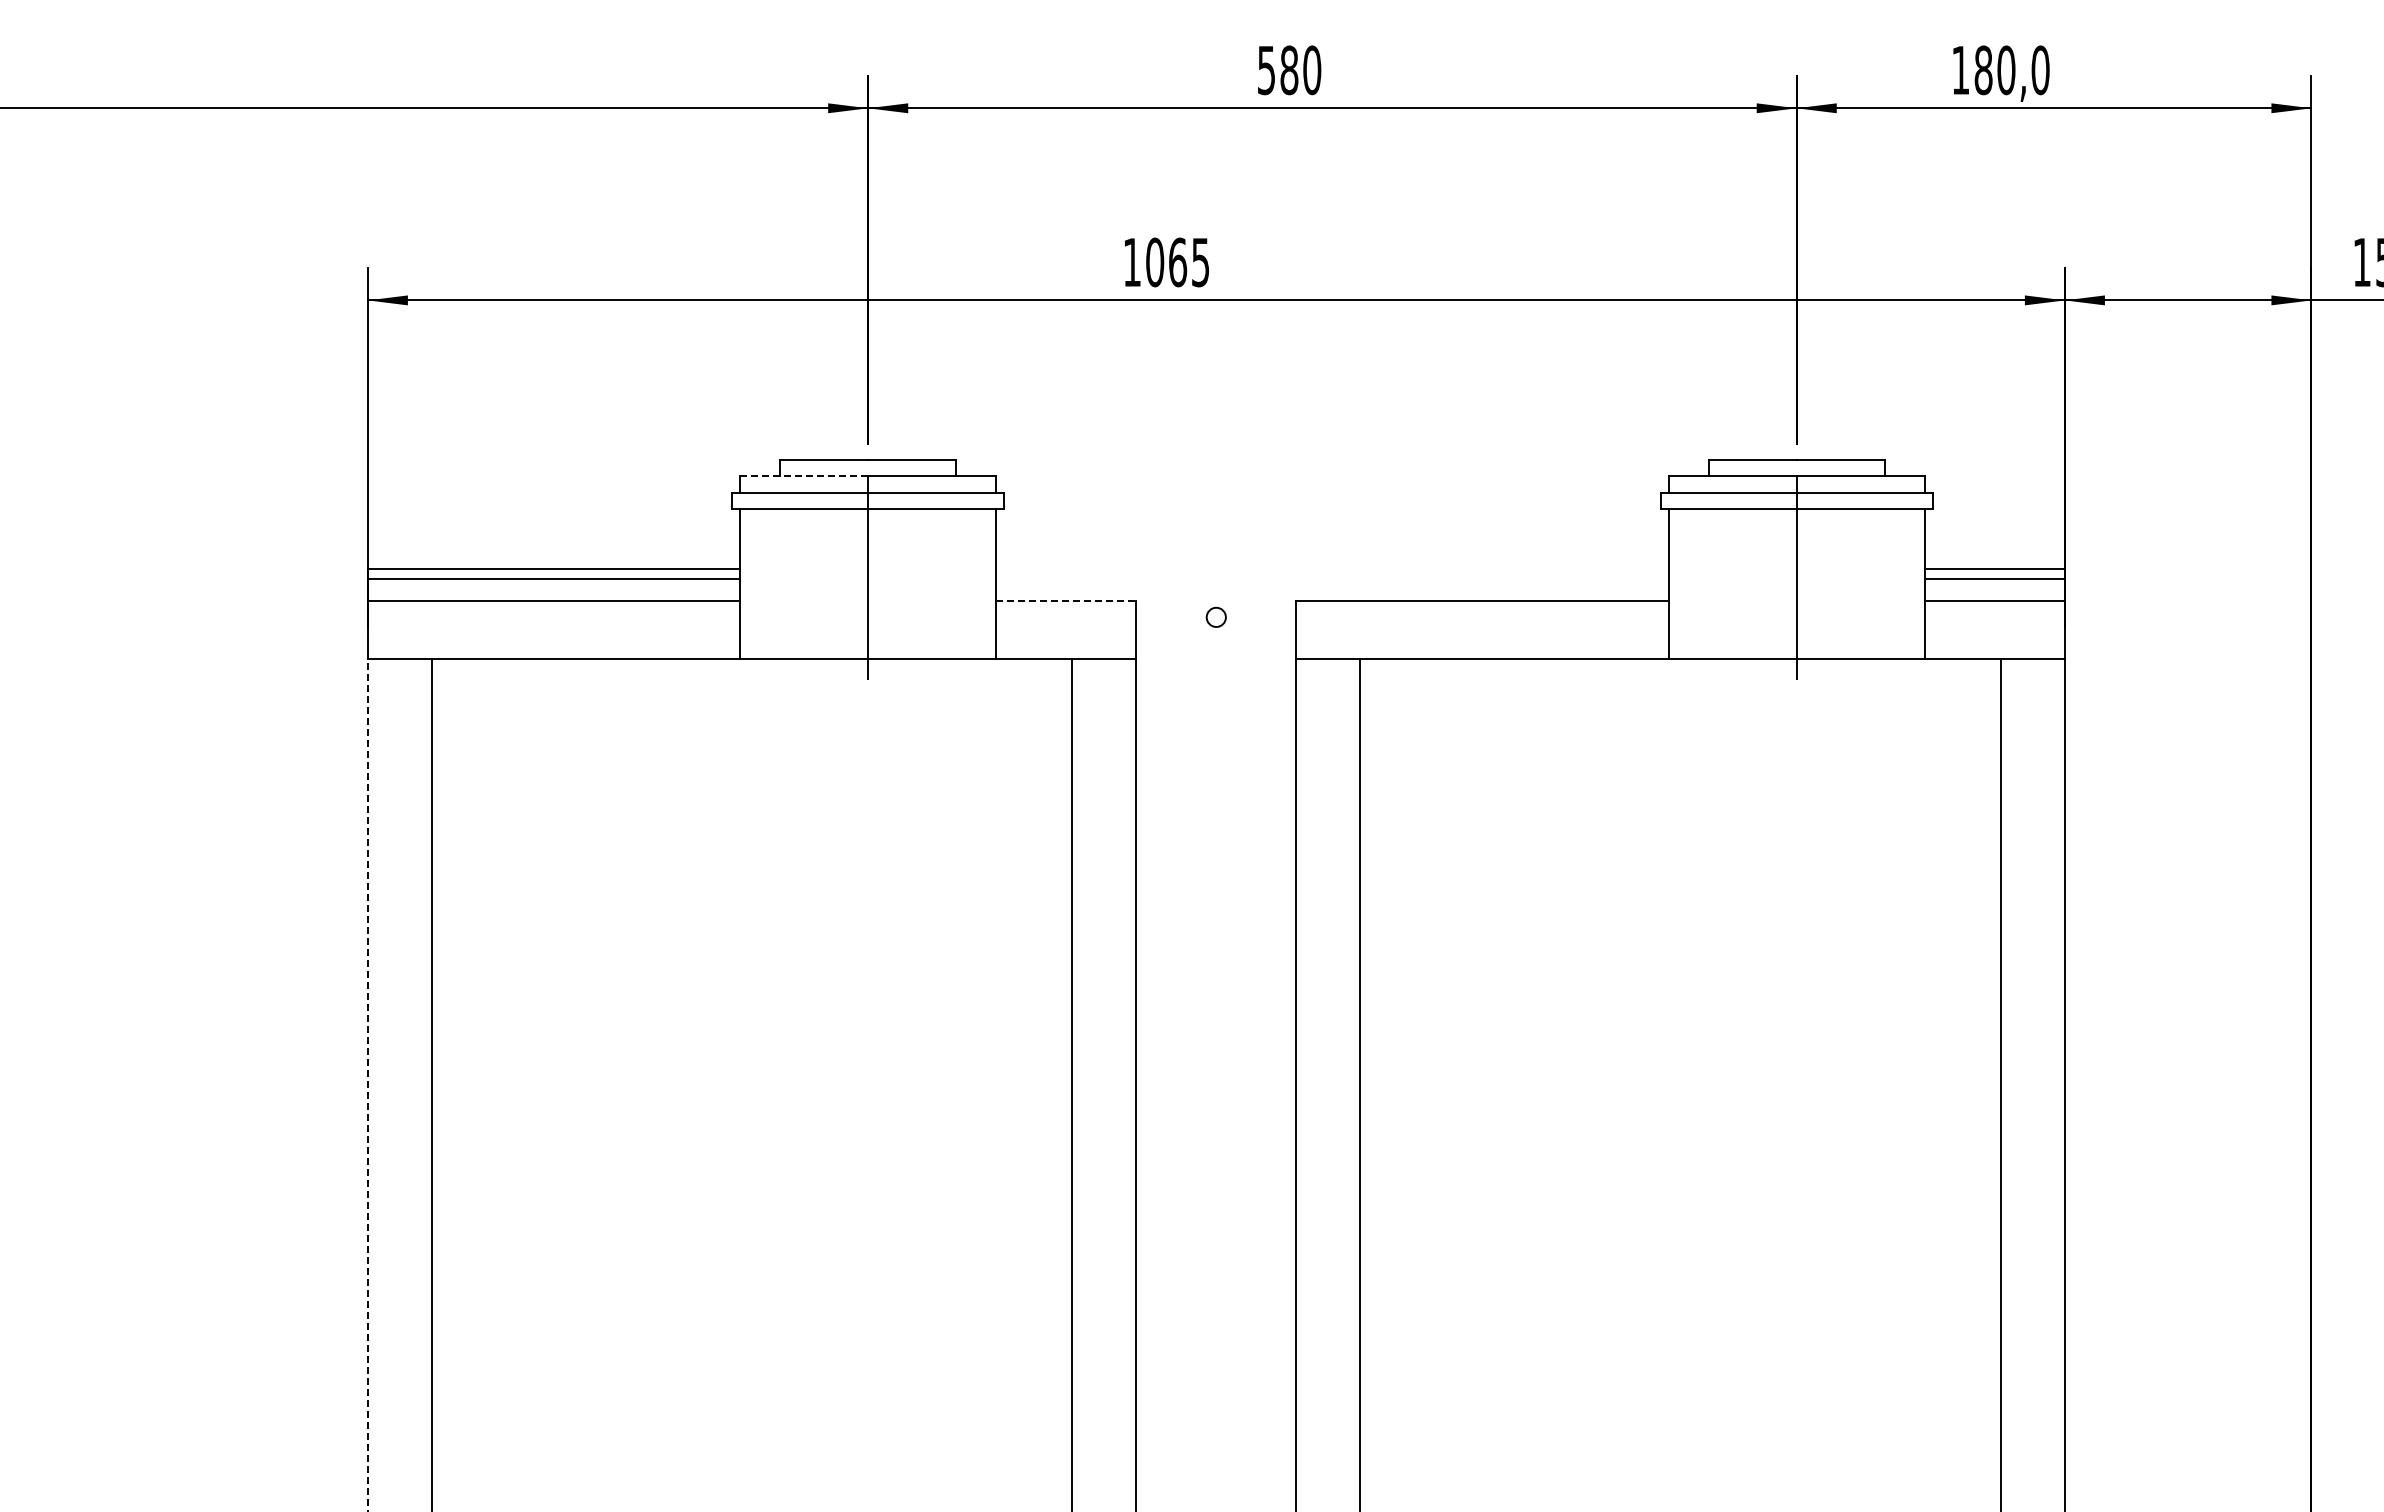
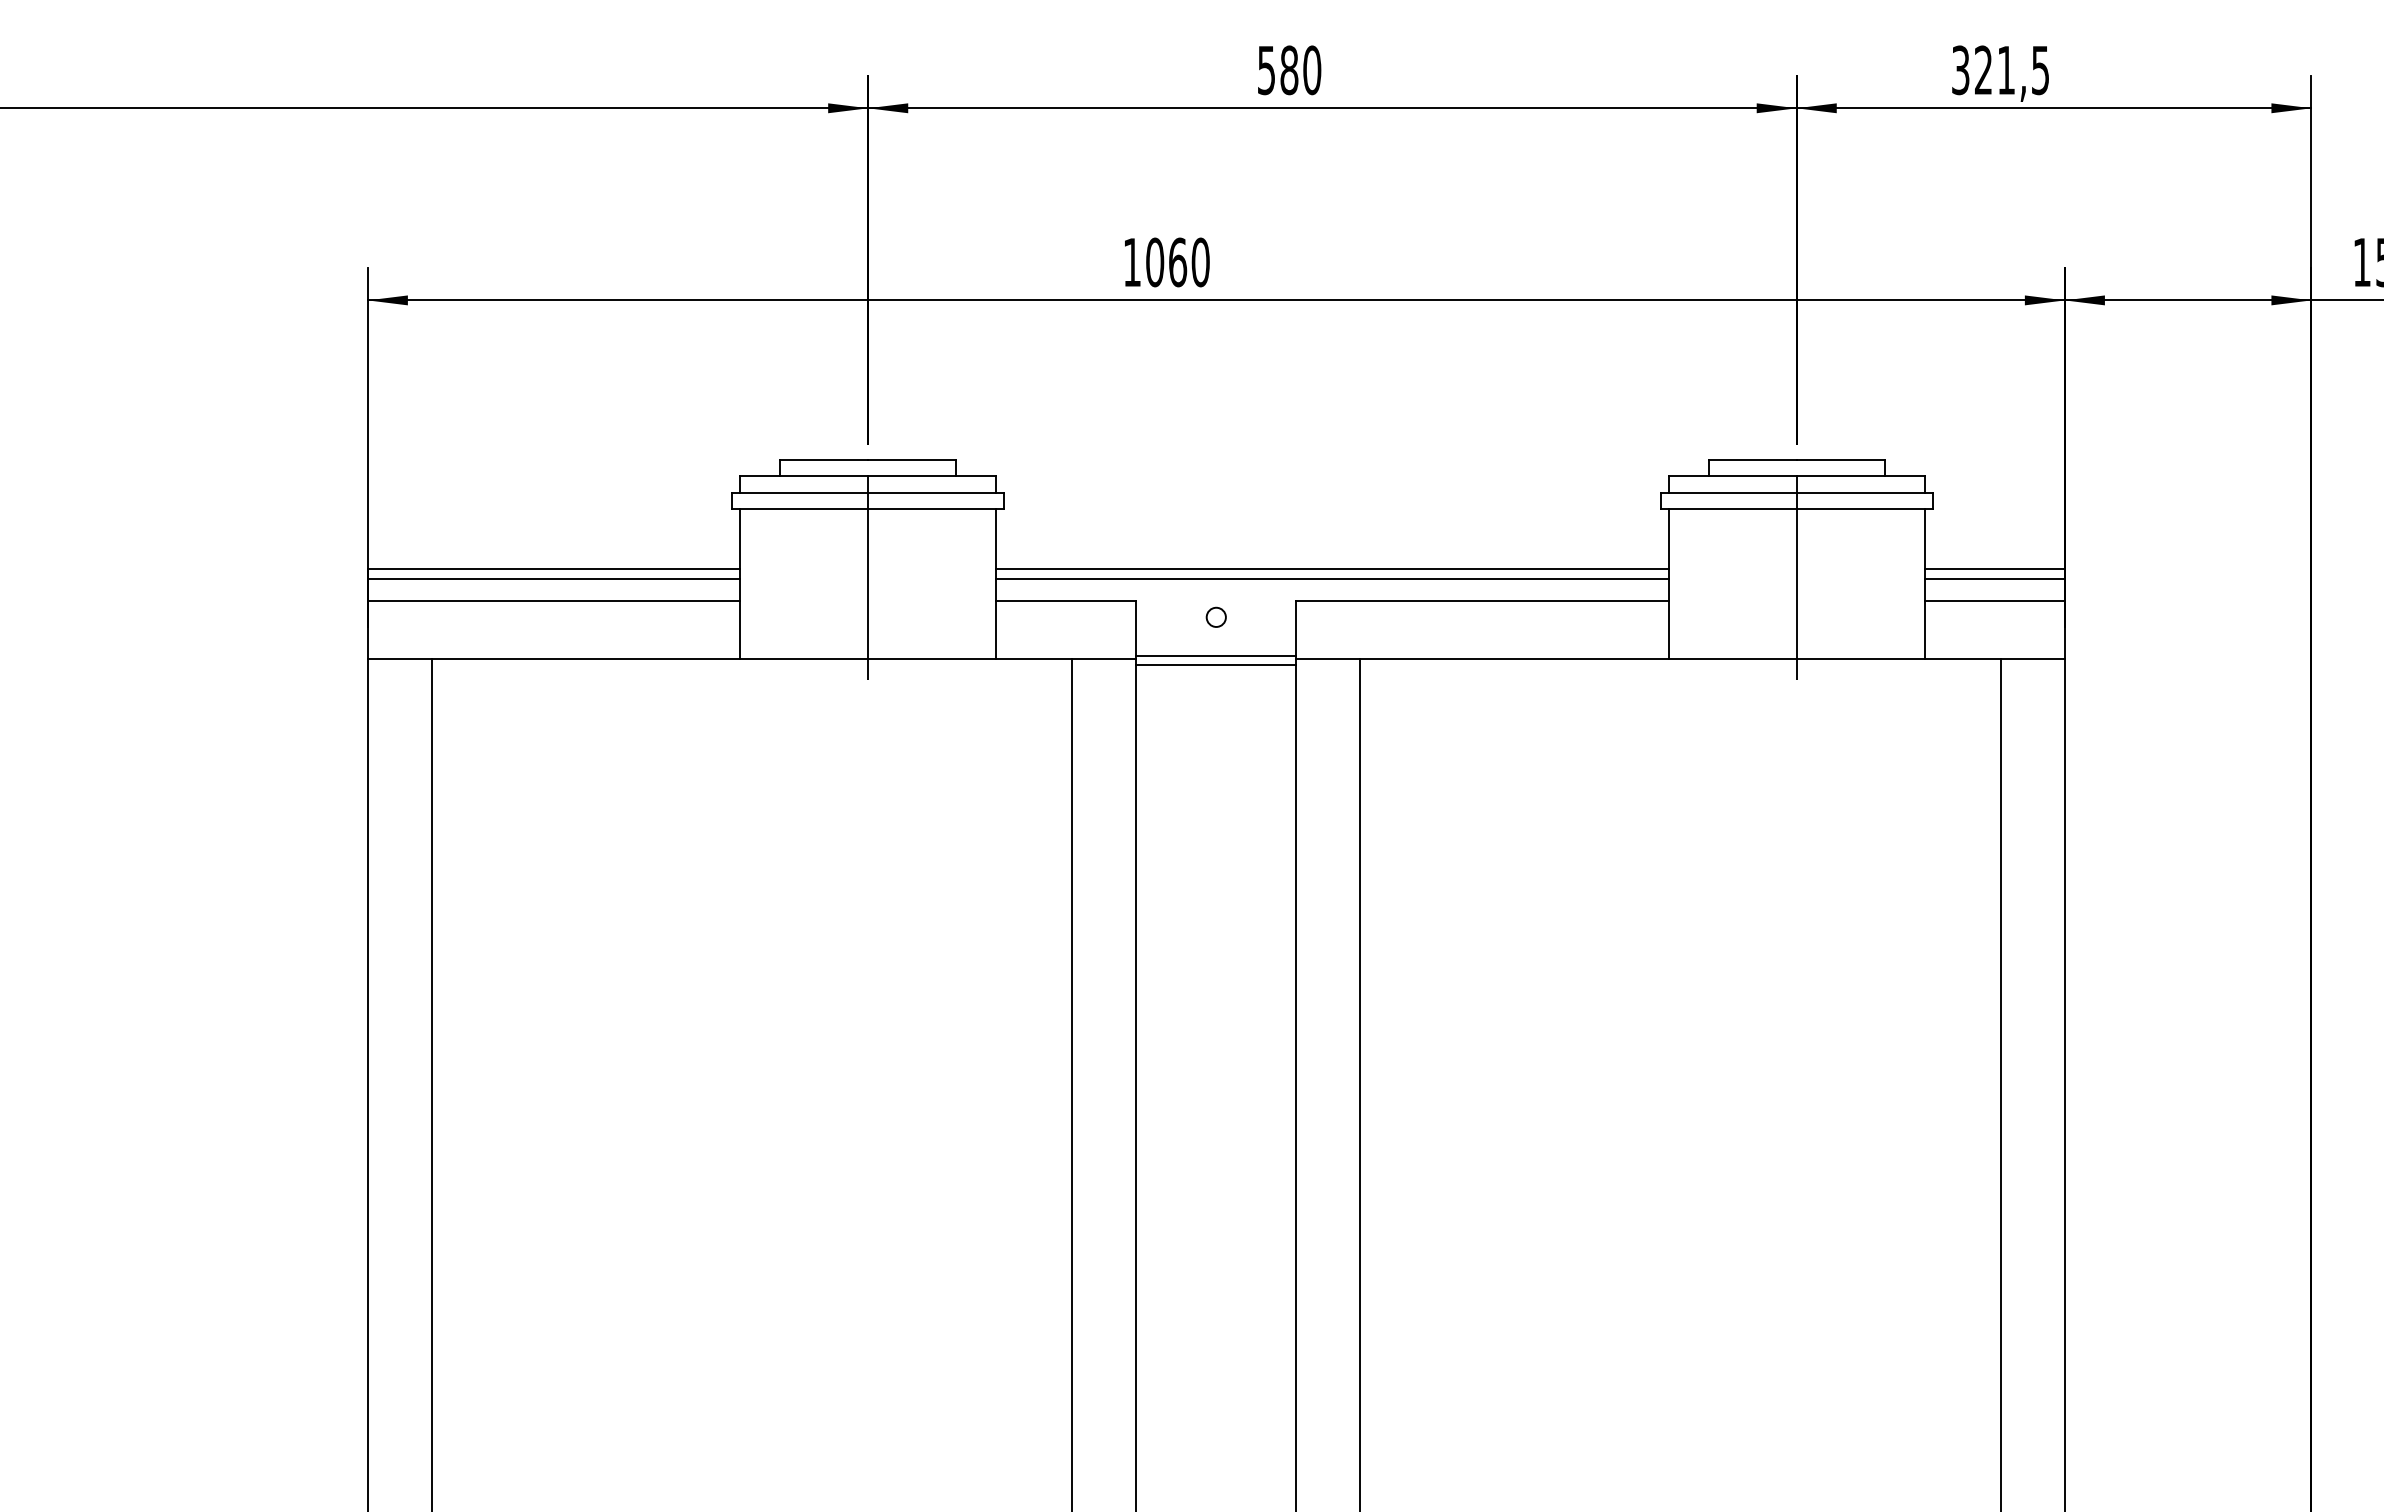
text at (2000, 70): 180,0 -> 321,5
text at (1200, 262): 1065 -> 1060
line at (804, 476): dashed -> solid
line at (1332, 569): none -> present
line at (1332, 578): none -> present
line at (1066, 601): dashed -> solid
line at (1216, 655): none -> present
line at (1216, 665): none -> present
line at (367, 1084): dashed -> solid
